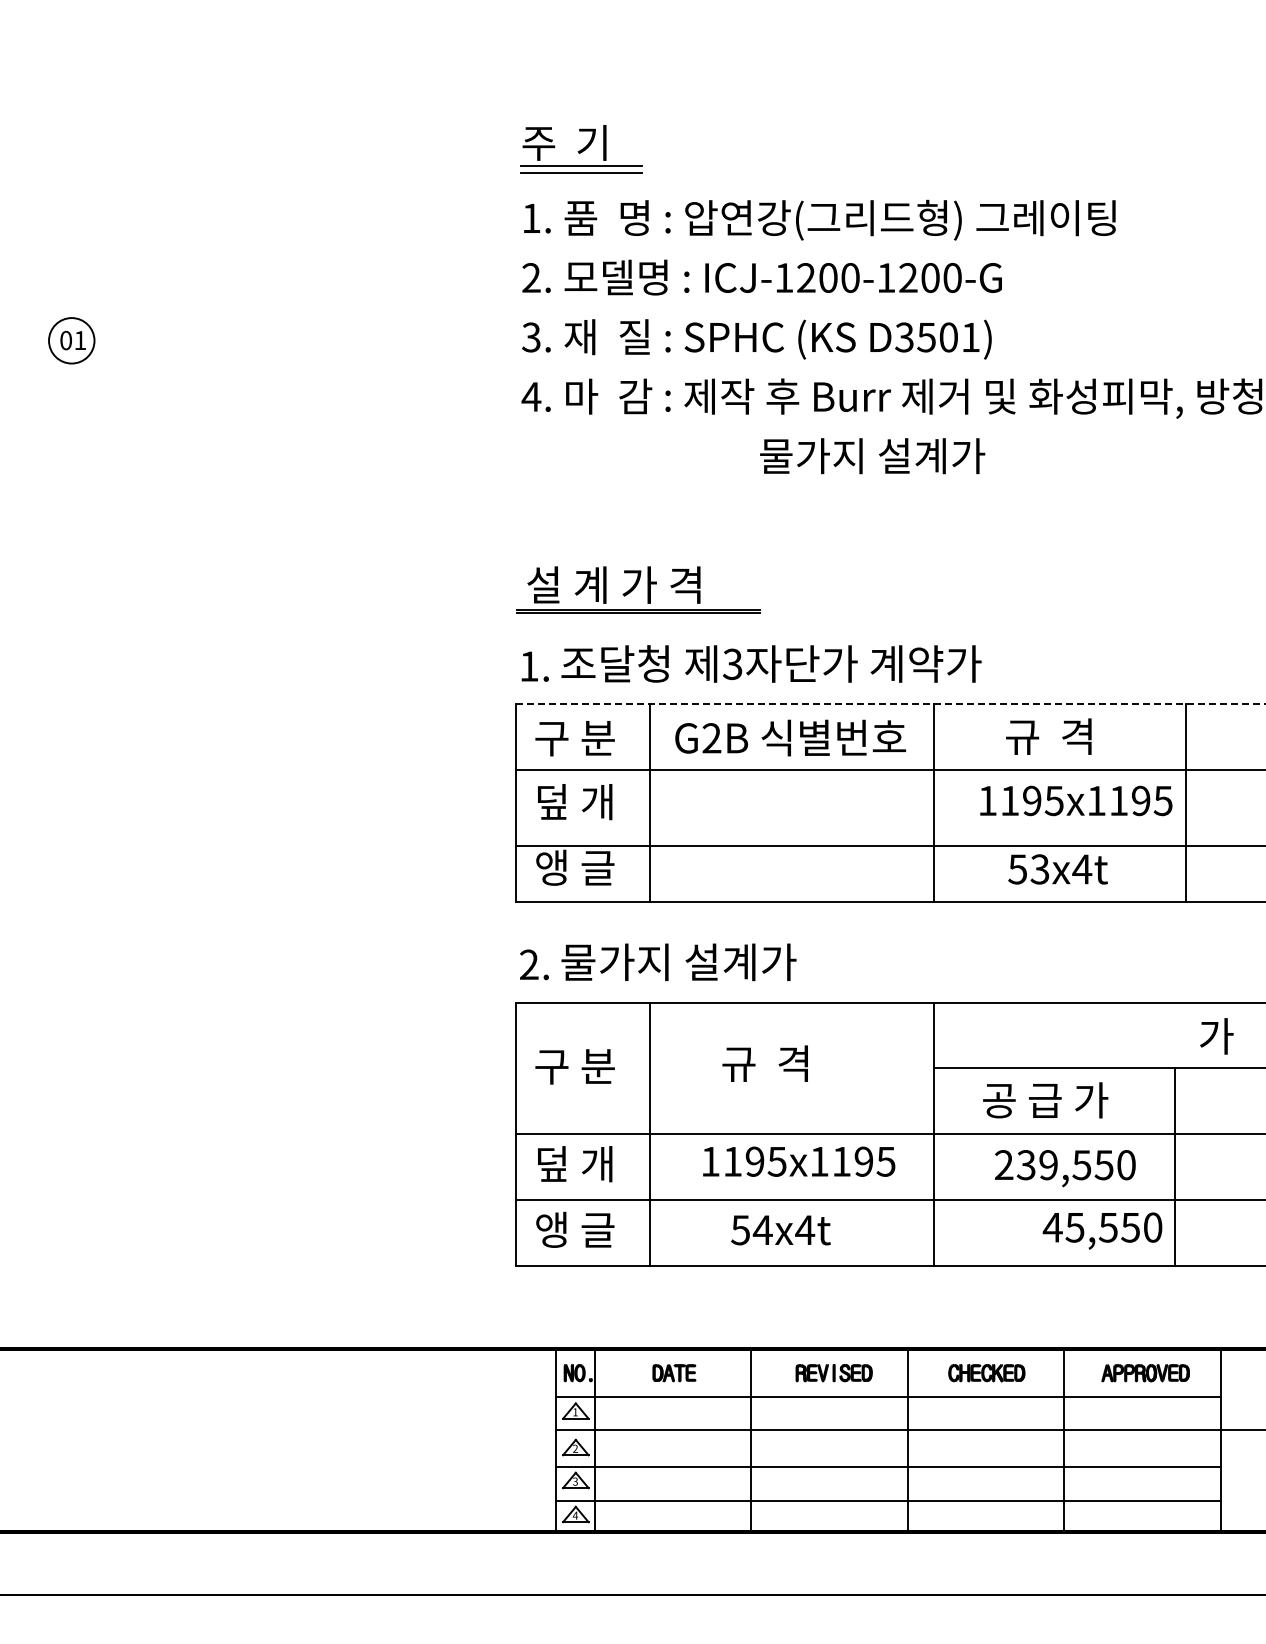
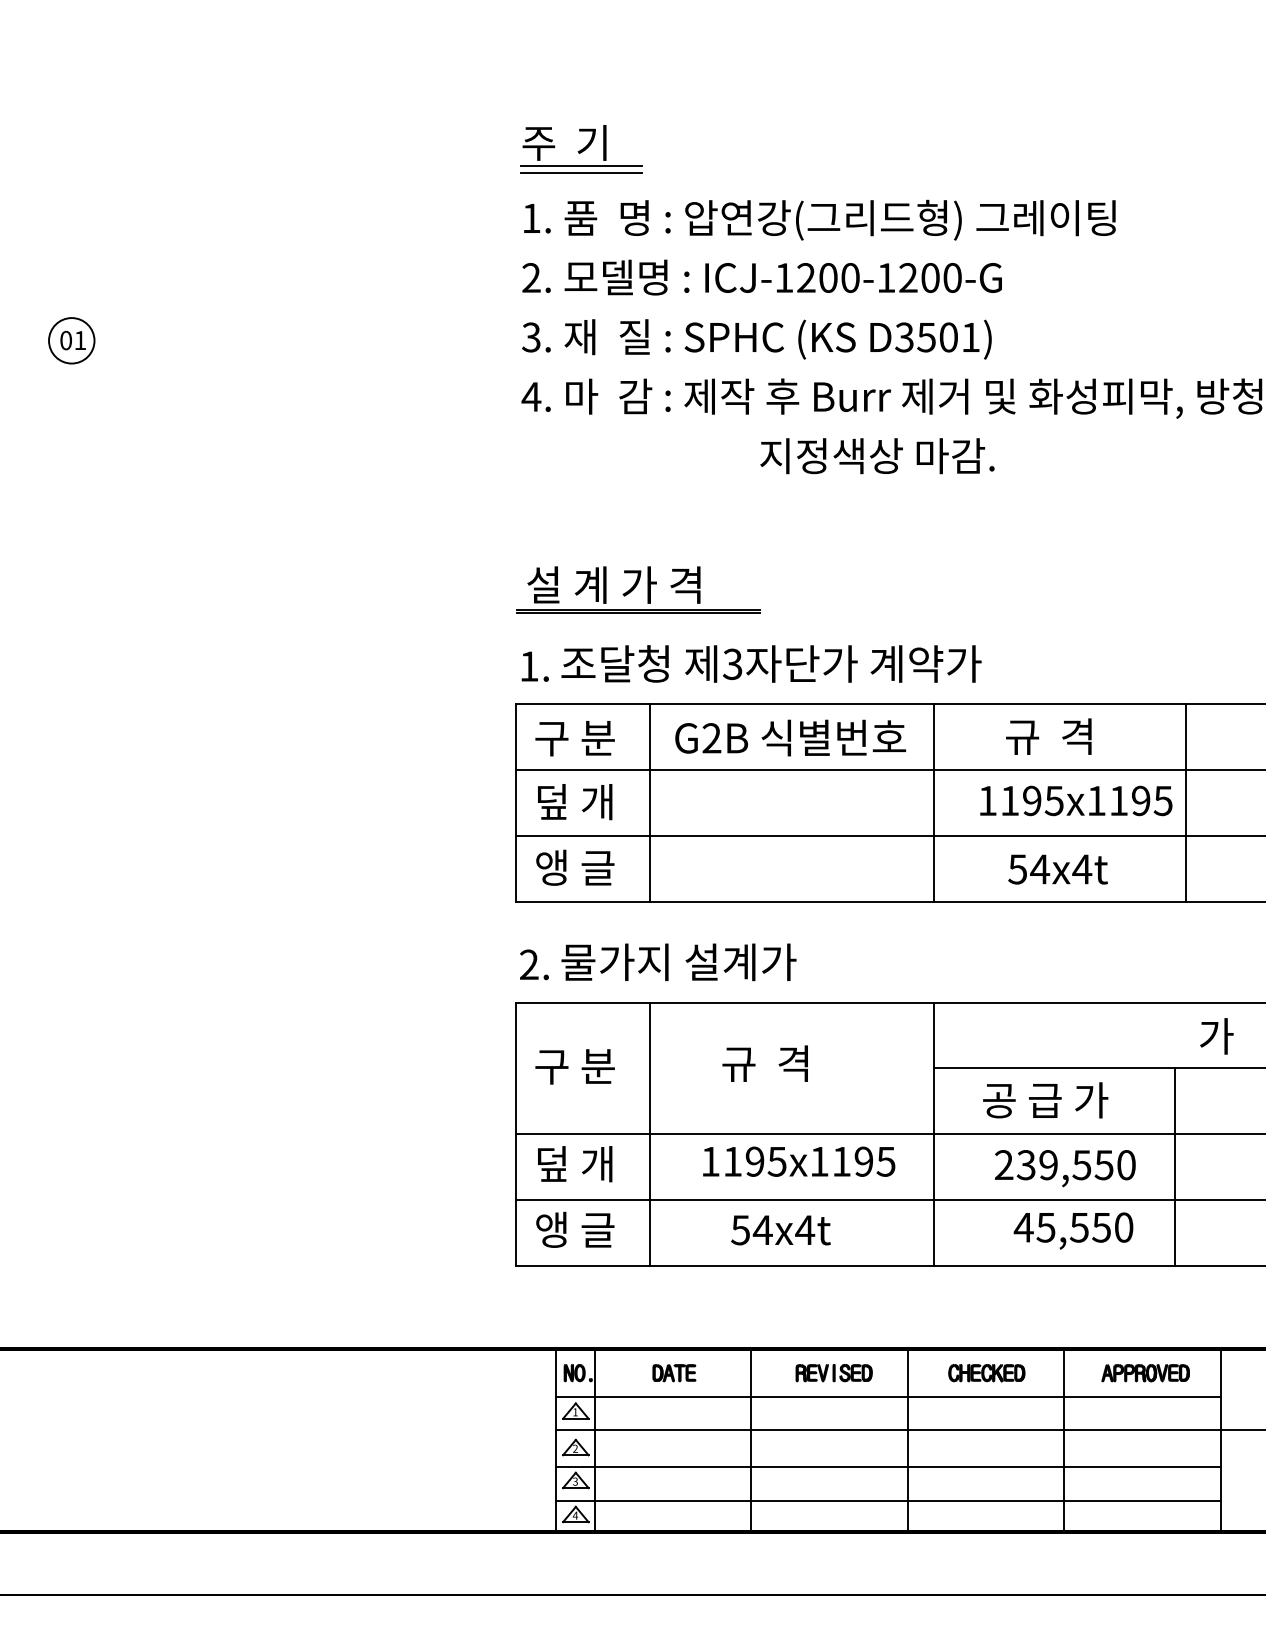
text at (877, 456): 물가지 설계가 -> 지정색상 마감.
line at (890, 704): dashed -> solid
line at (888, 845) position: (888, 845) -> (888, 835)
text at (1040, 869): 53x4t -> 54x4t
text at (1102, 1230) position: (1102, 1230) -> (1073, 1230)
